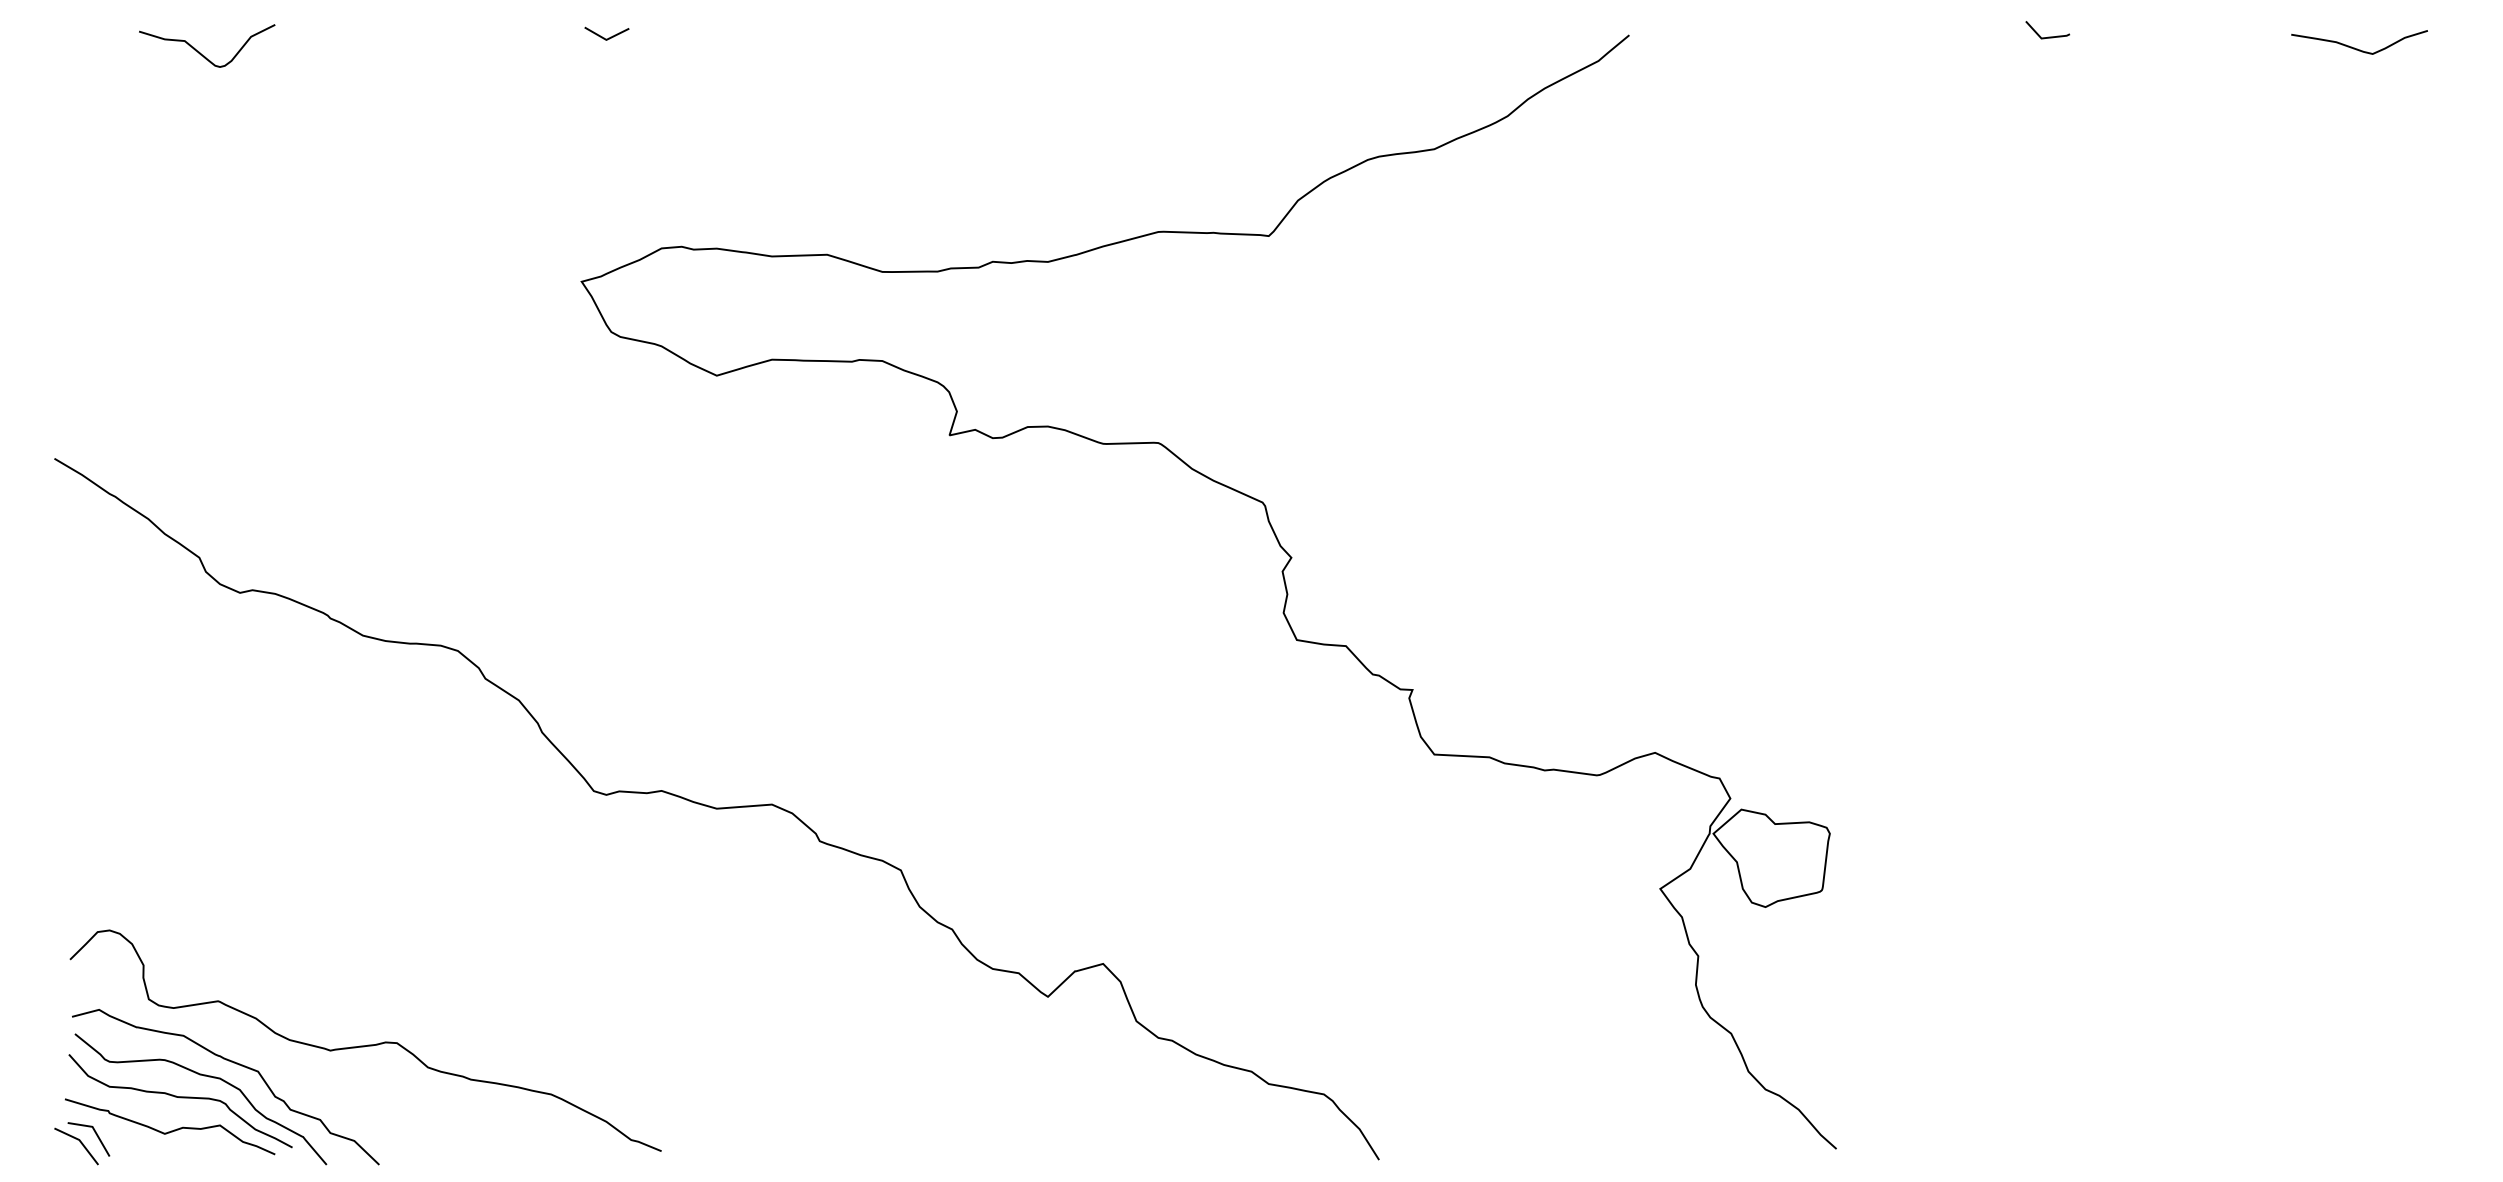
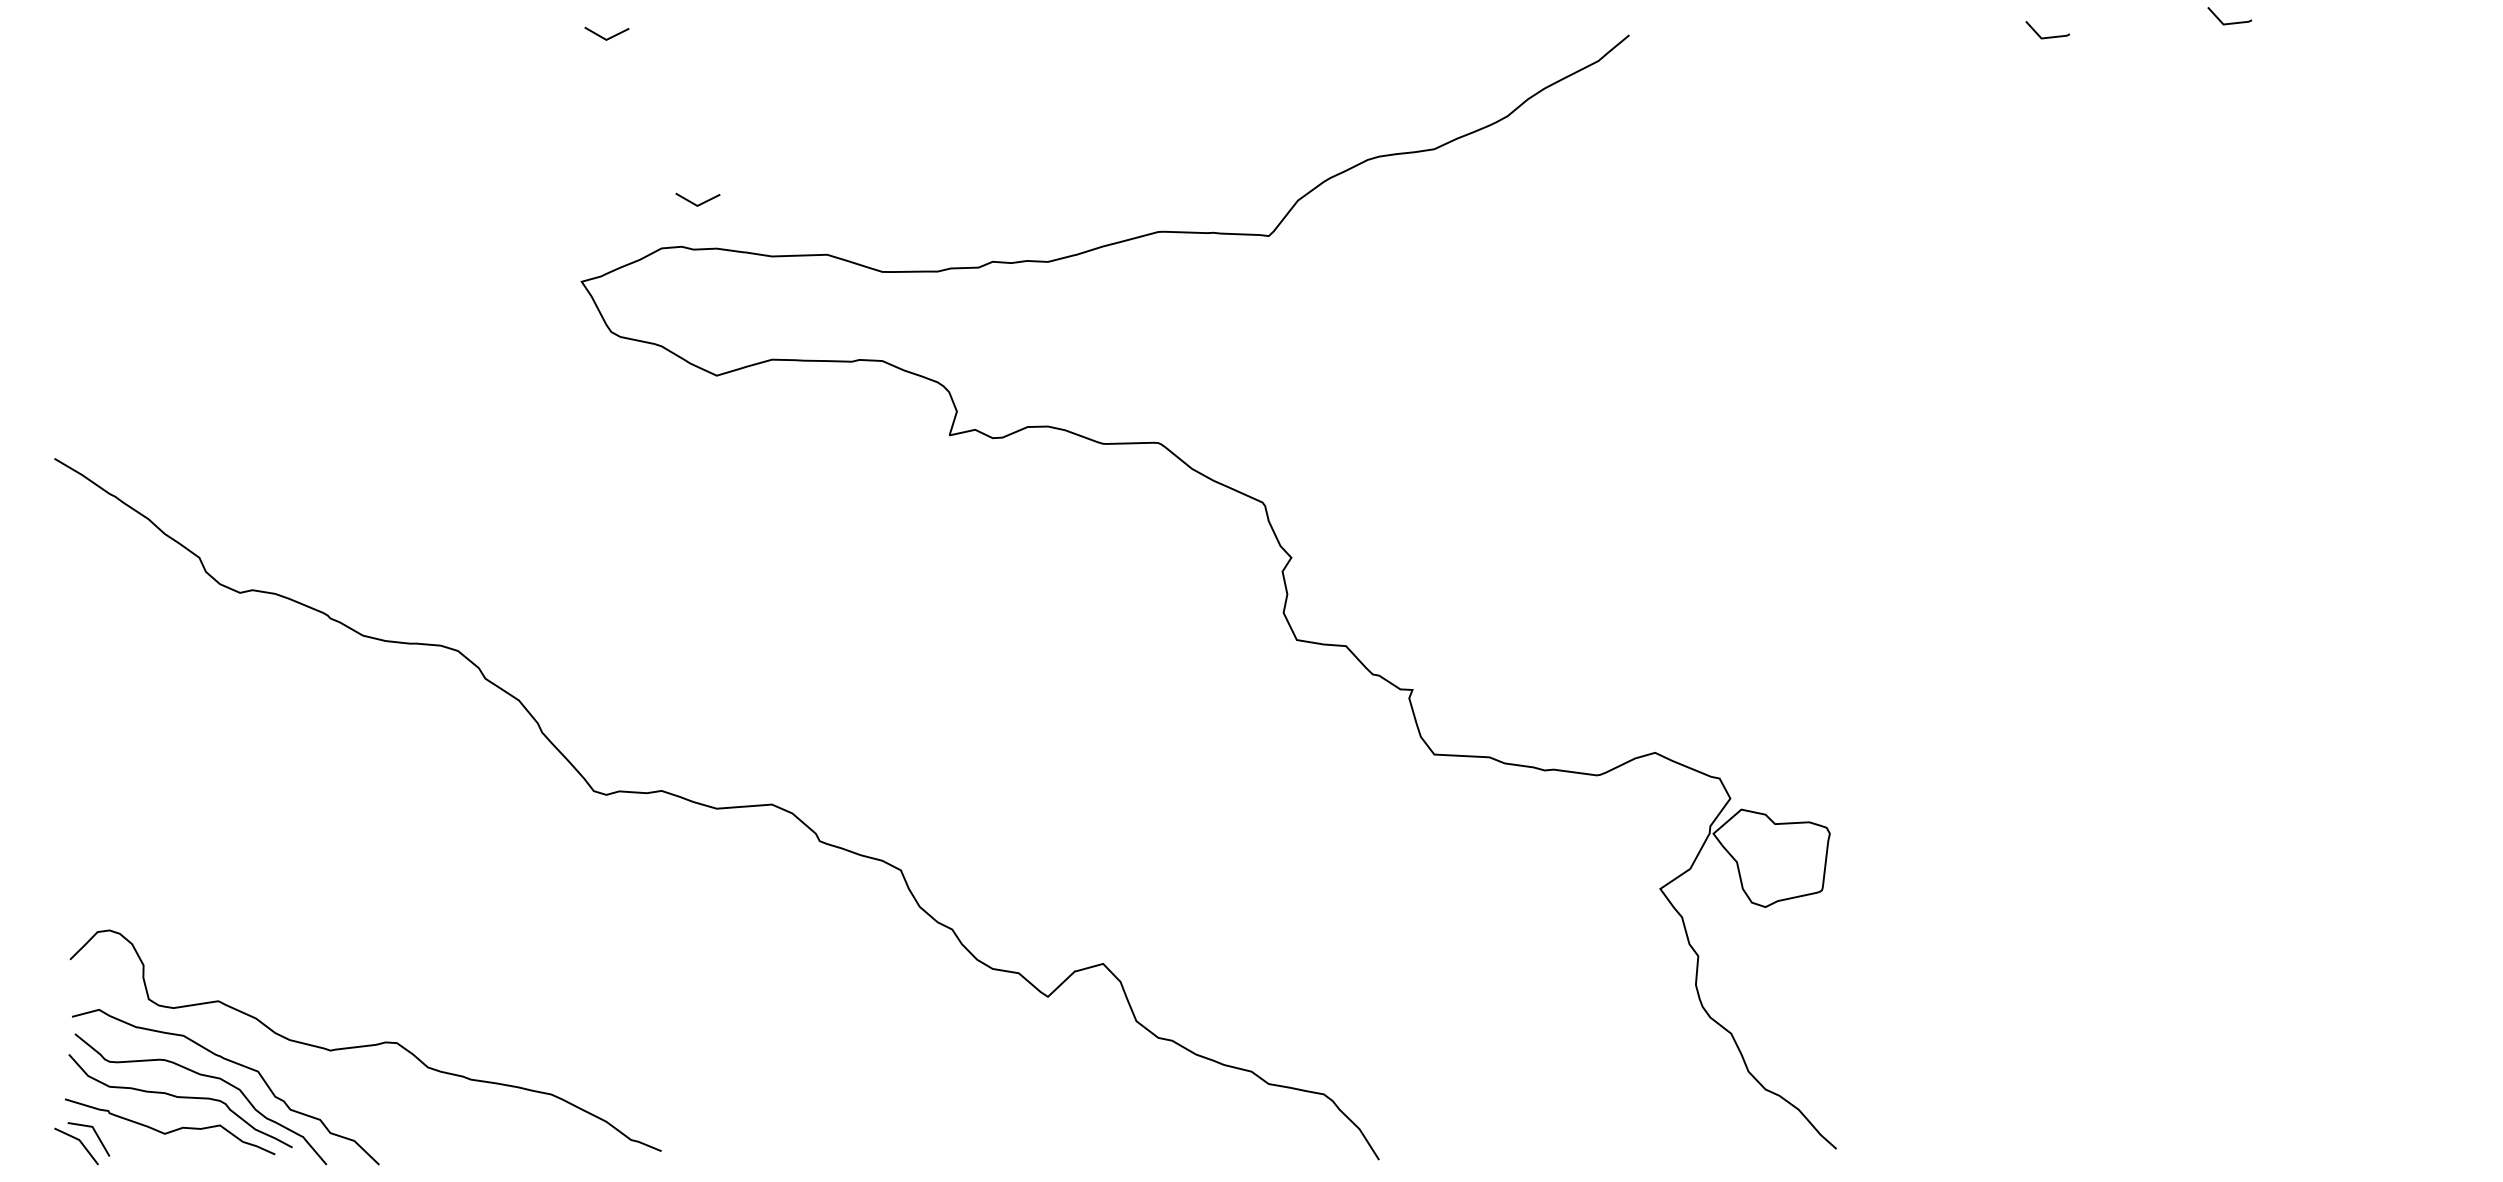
line at (2230, 22): none -> present
curve at (2357, 48): present -> none
curve at (200, 52): present -> none
line at (695, 203): none -> present
